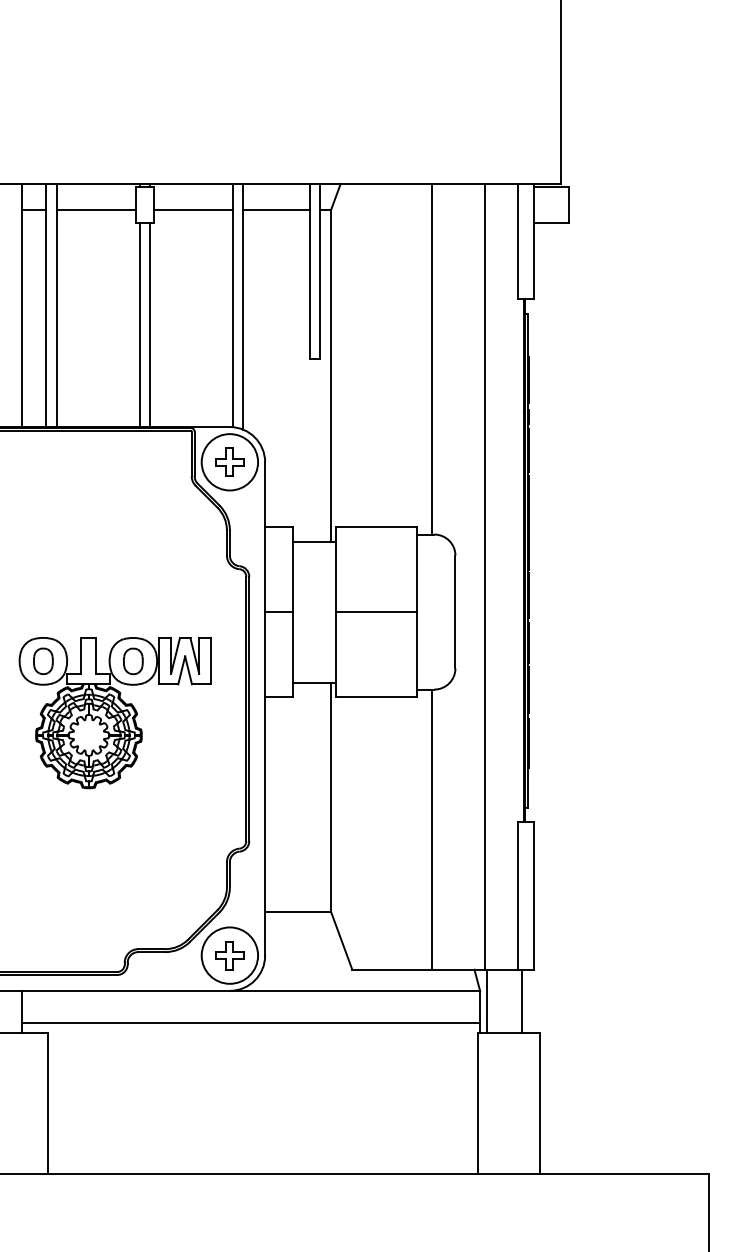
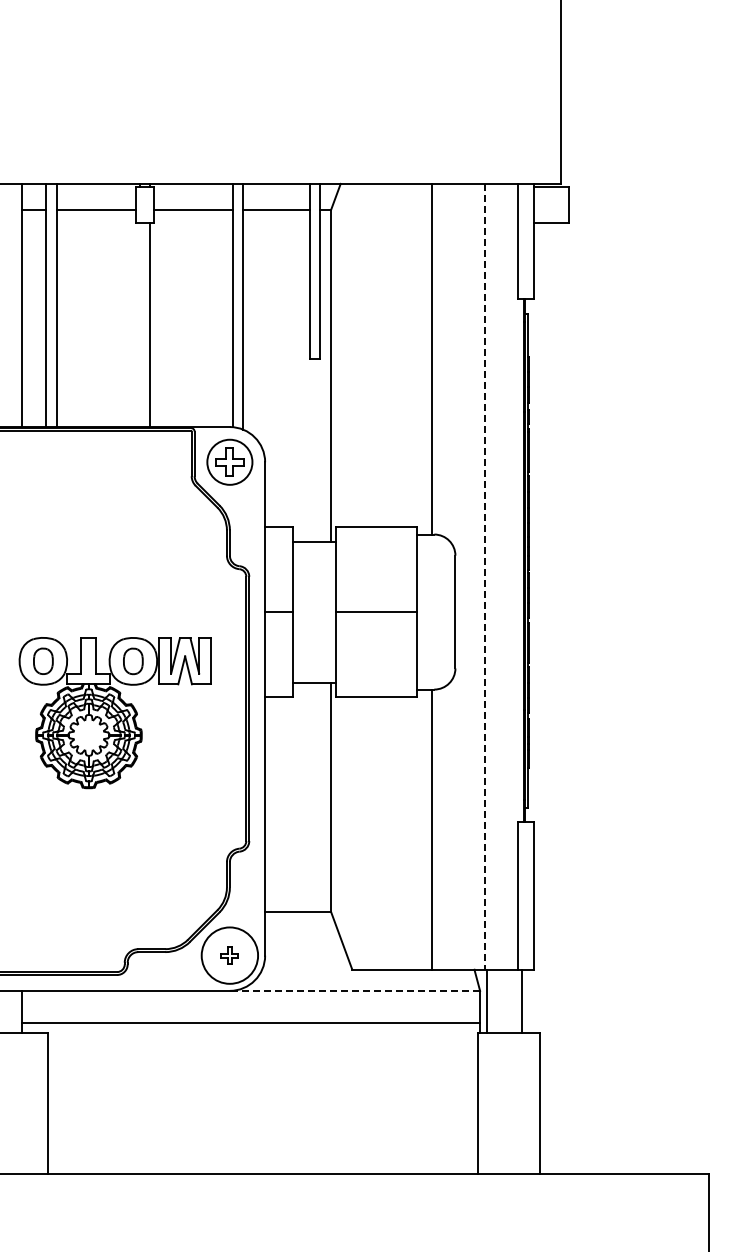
line at (139, 324): present -> none
circle at (229, 462) diameter: 56 px -> 45 px
line at (485, 576): solid -> dashed
part at (229, 955) size: 30x30 px -> 19x19 px
line at (354, 990): solid -> dashed
